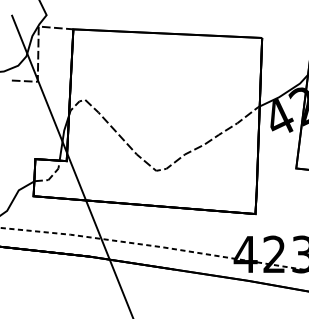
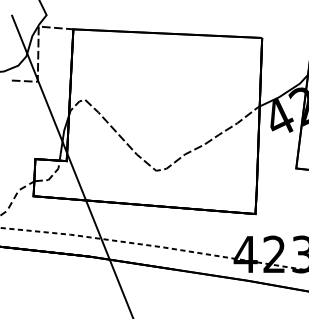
line at (15, 196): solid -> dashed
